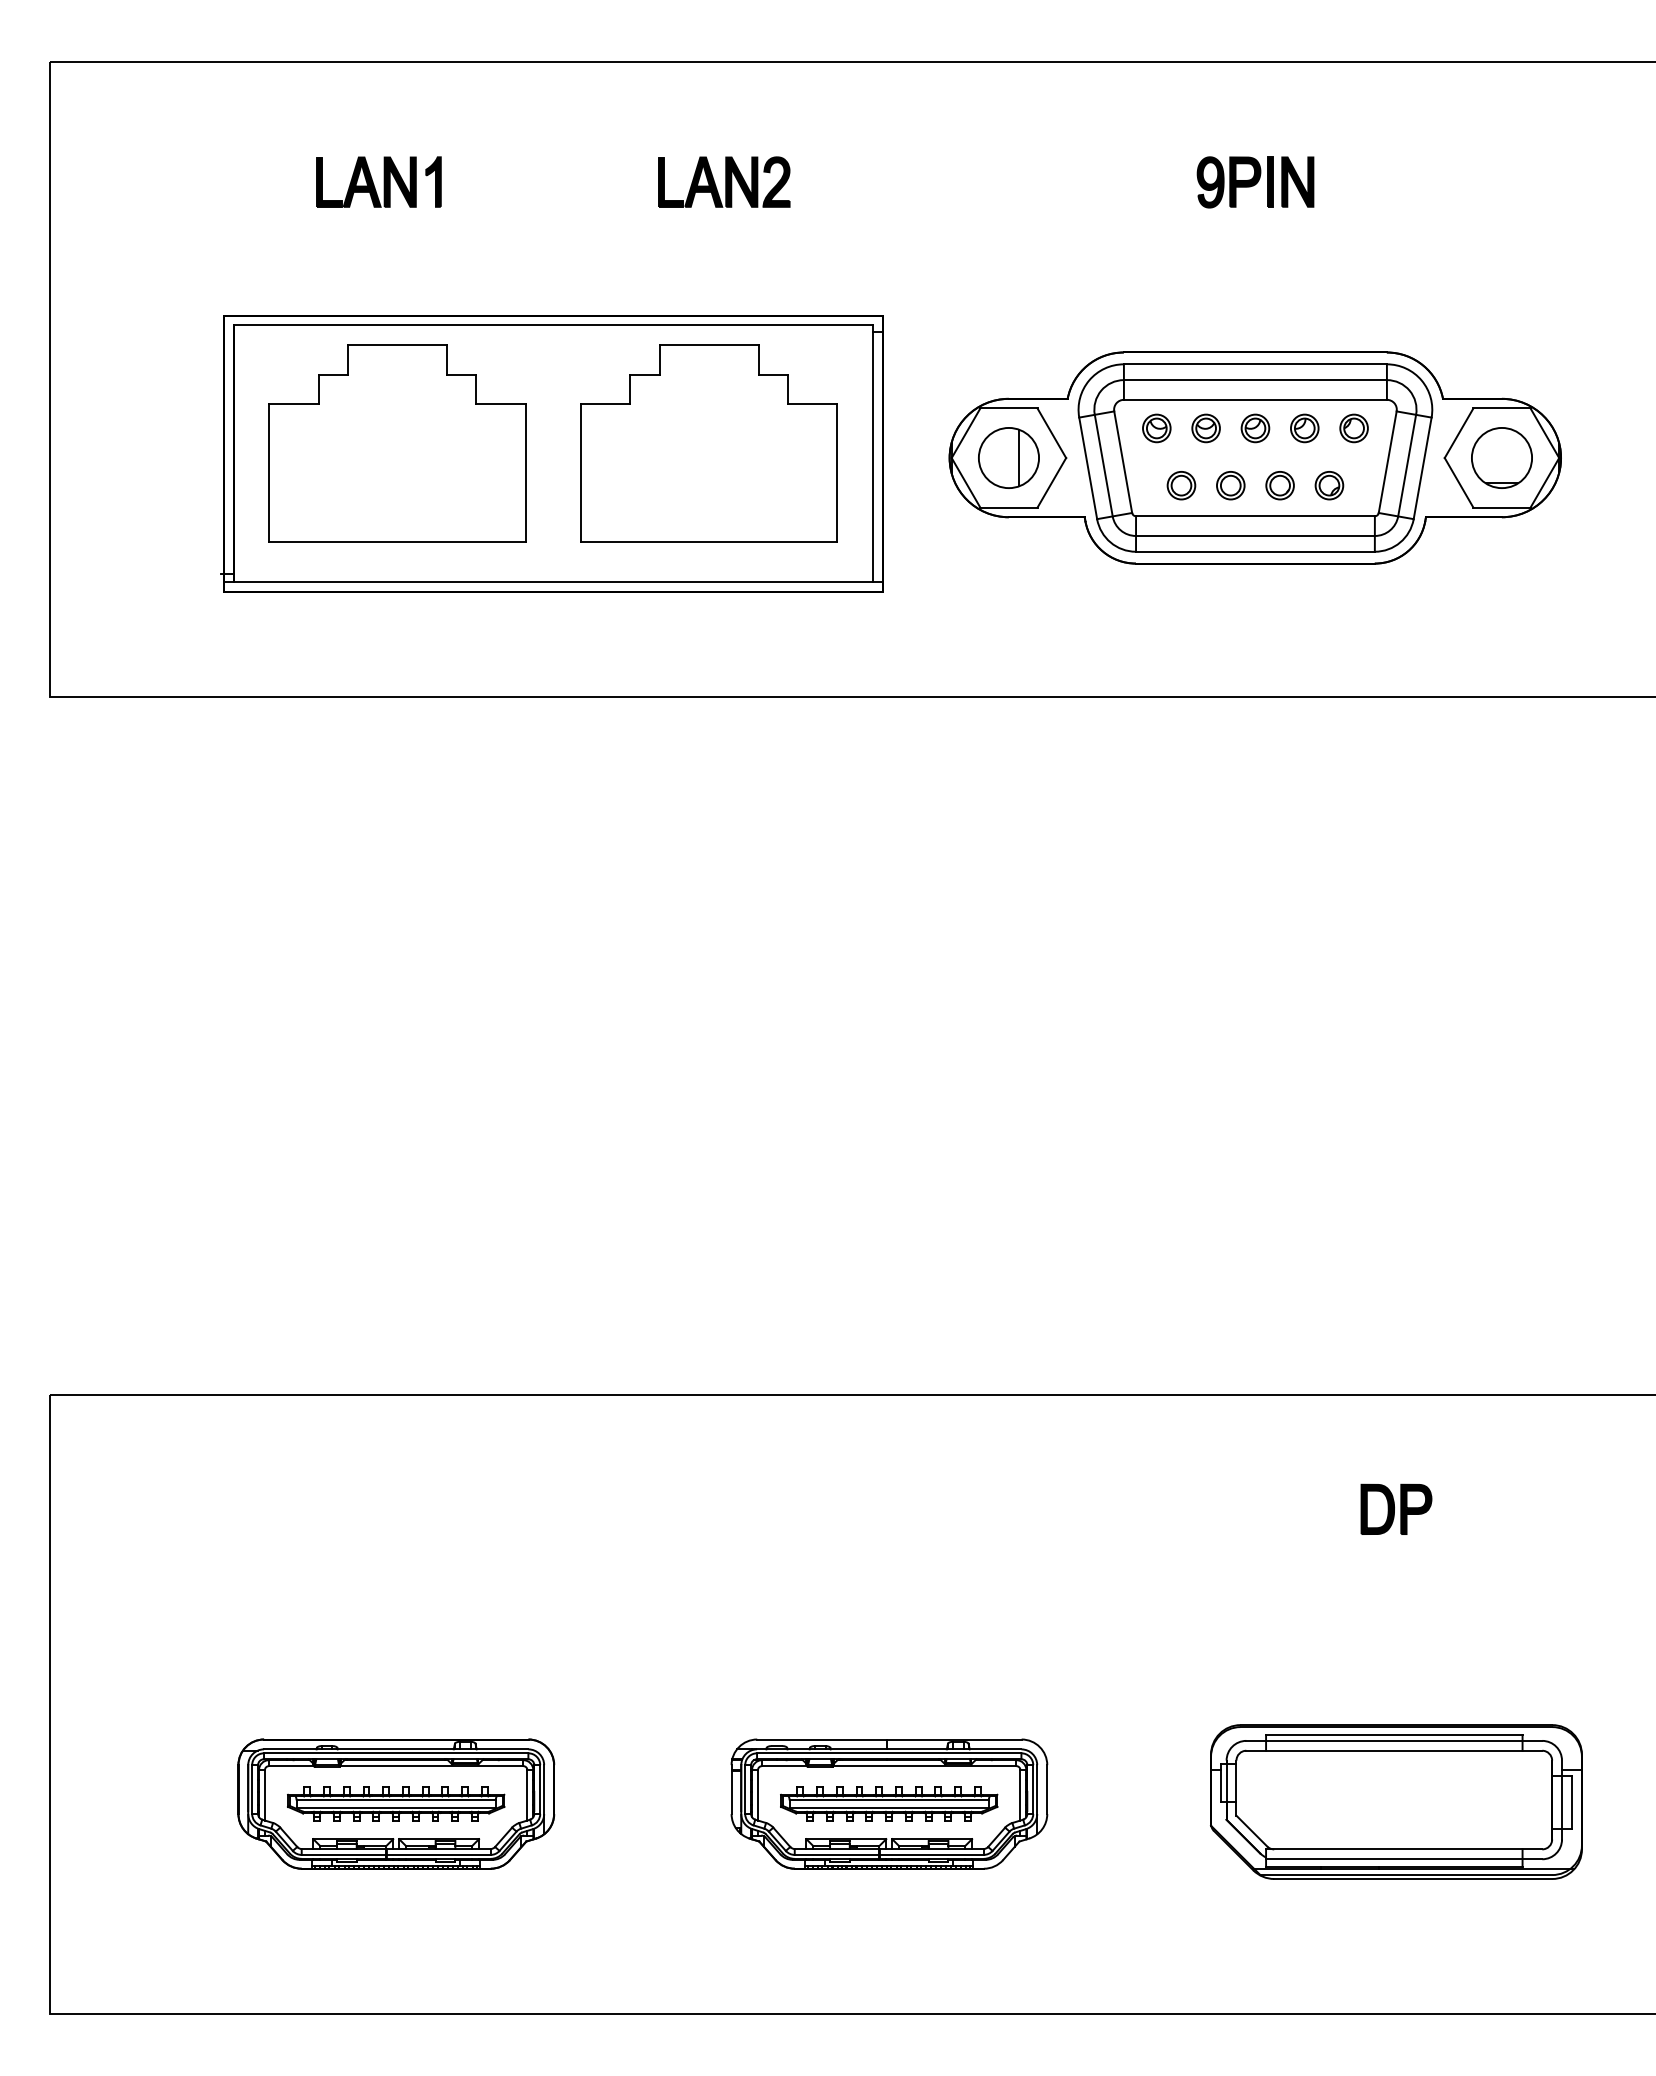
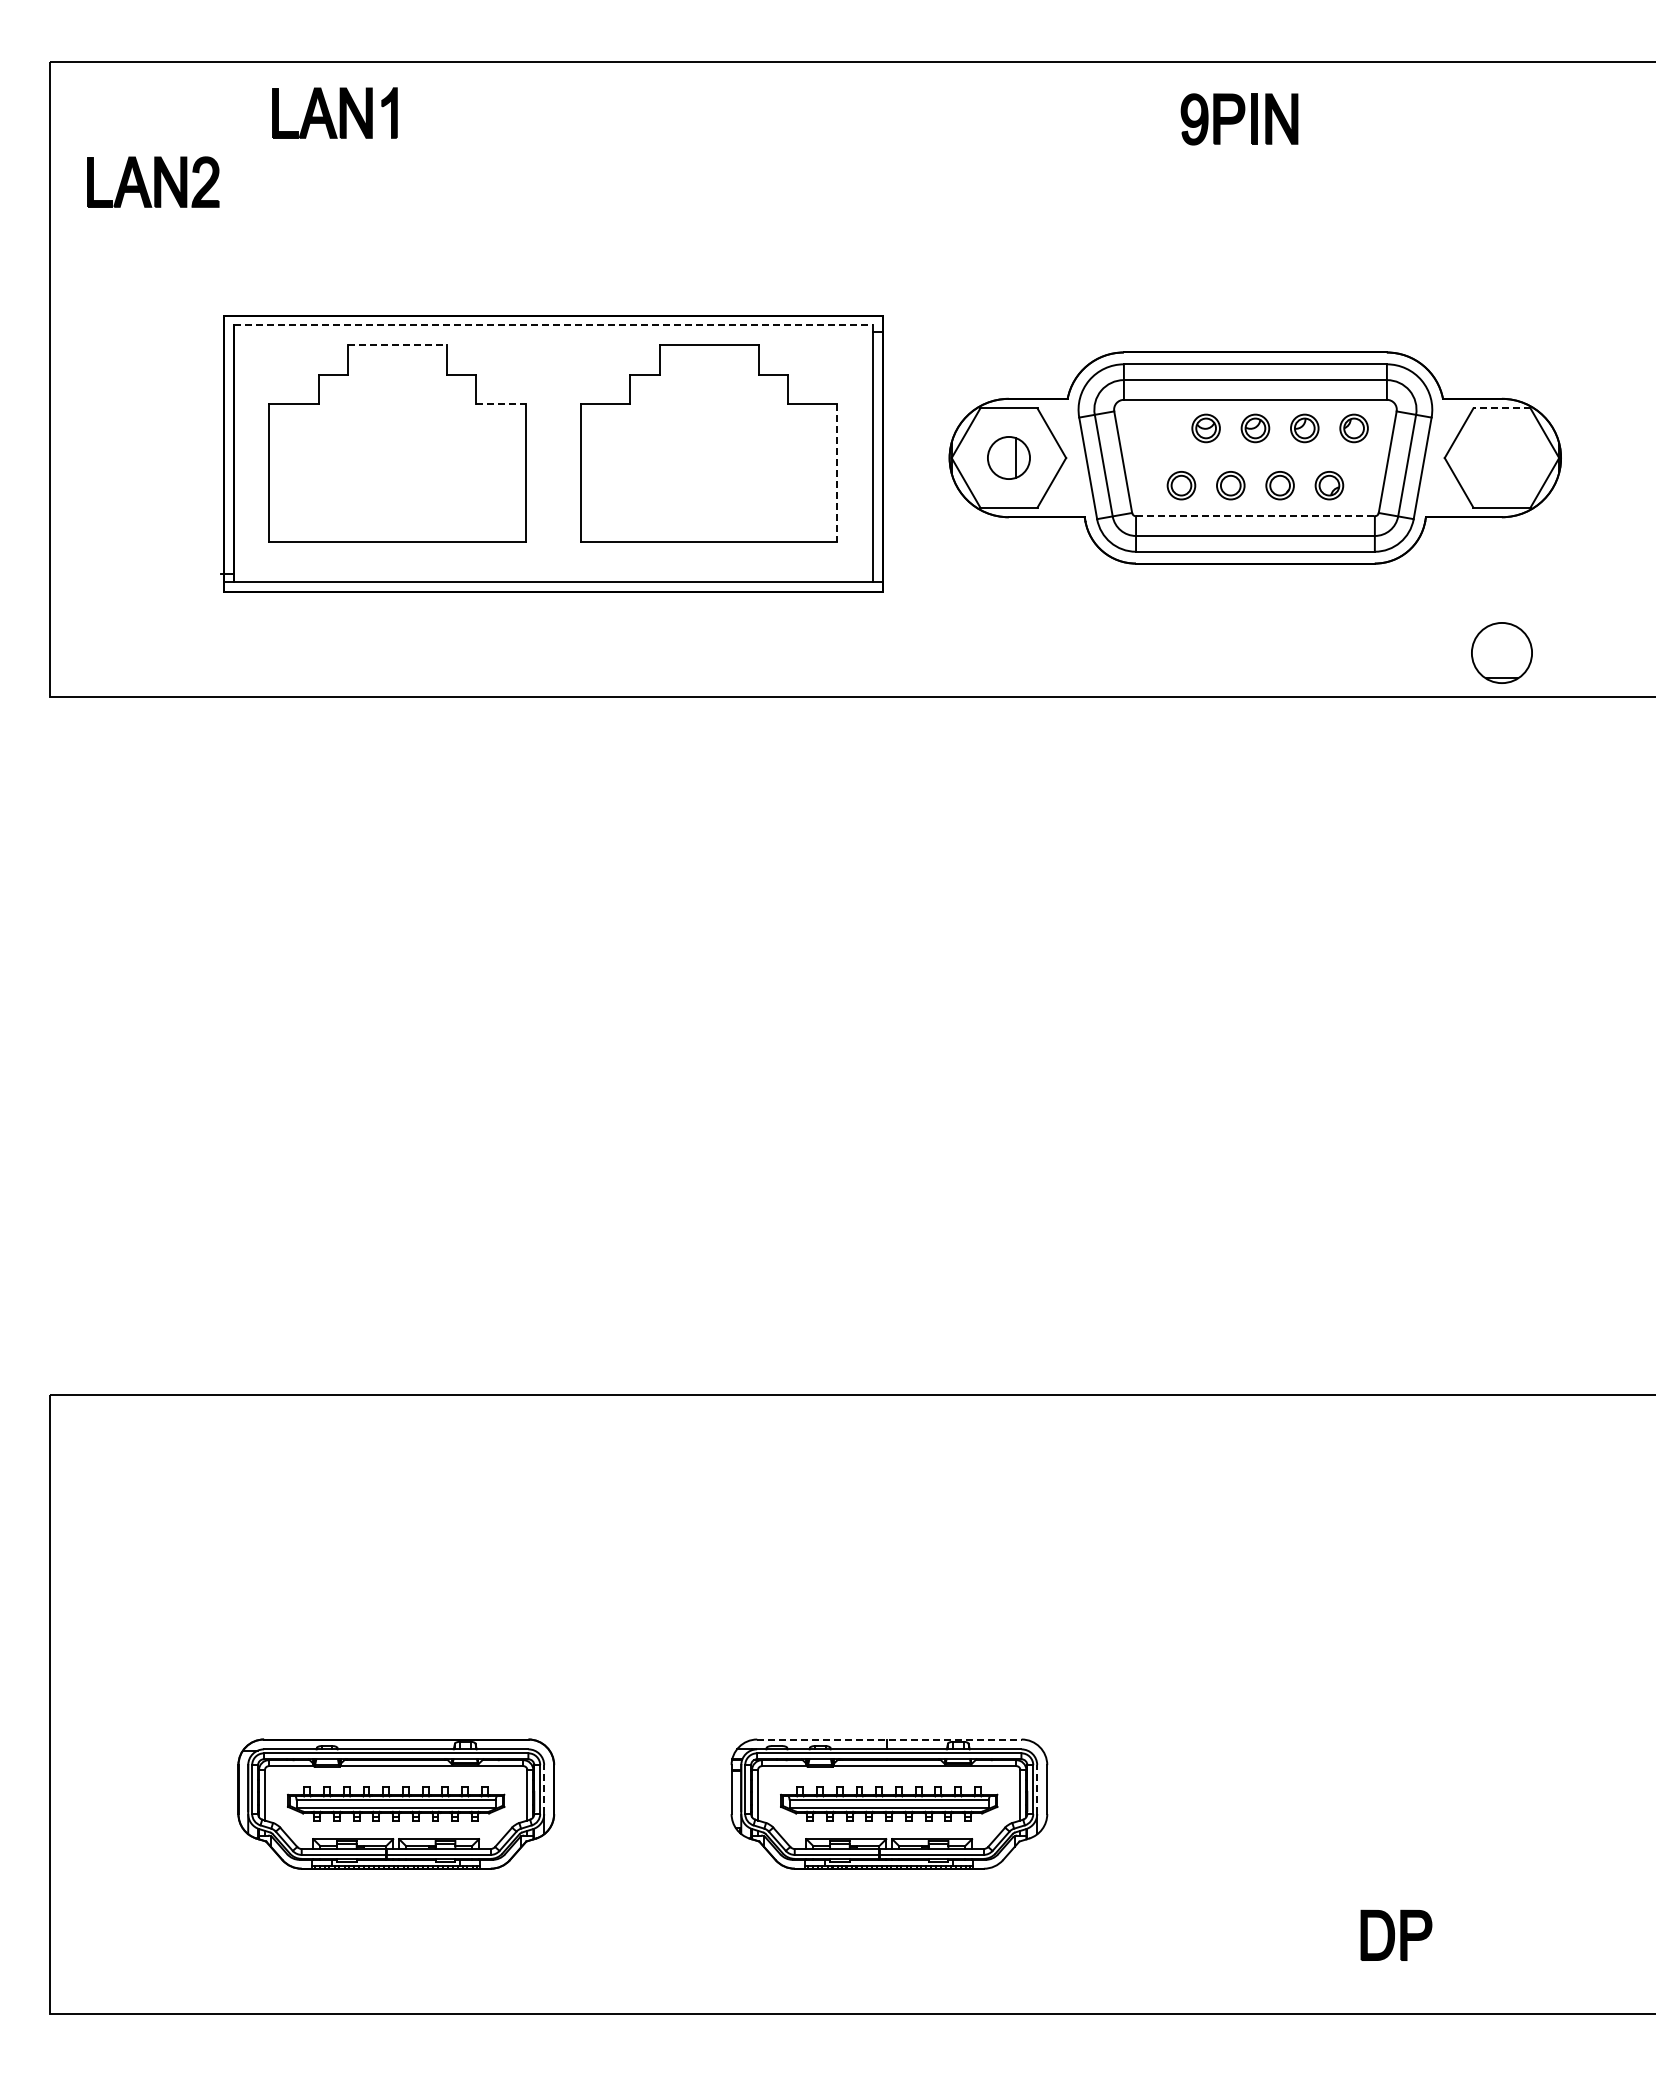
part at (378, 181) position: (378, 181) -> (334, 112)
part at (724, 181) position: (724, 181) -> (153, 181)
part at (1255, 182) position: (1255, 182) -> (1239, 119)
line at (553, 325): solid -> dashed
line at (398, 345): solid -> dashed
line at (501, 404): solid -> dashed
line at (1501, 408): solid -> dashed
part at (1156, 428): present -> none
part at (1008, 457) size: 62x62 px -> 44x44 px
part at (1501, 457) position: (1501, 457) -> (1501, 652)
line at (837, 473): solid -> dashed
line at (1255, 516): solid -> dashed
part at (1396, 1508) position: (1396, 1508) -> (1396, 1934)
line at (889, 1739): solid -> dashed
line at (544, 1789): solid -> dashed
line at (1037, 1789): solid -> dashed
part at (1396, 1801): present -> none
